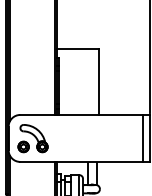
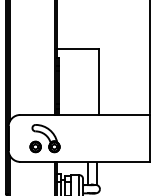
line at (142, 137): present -> none
part at (32, 138) position: (32, 138) -> (44, 138)
